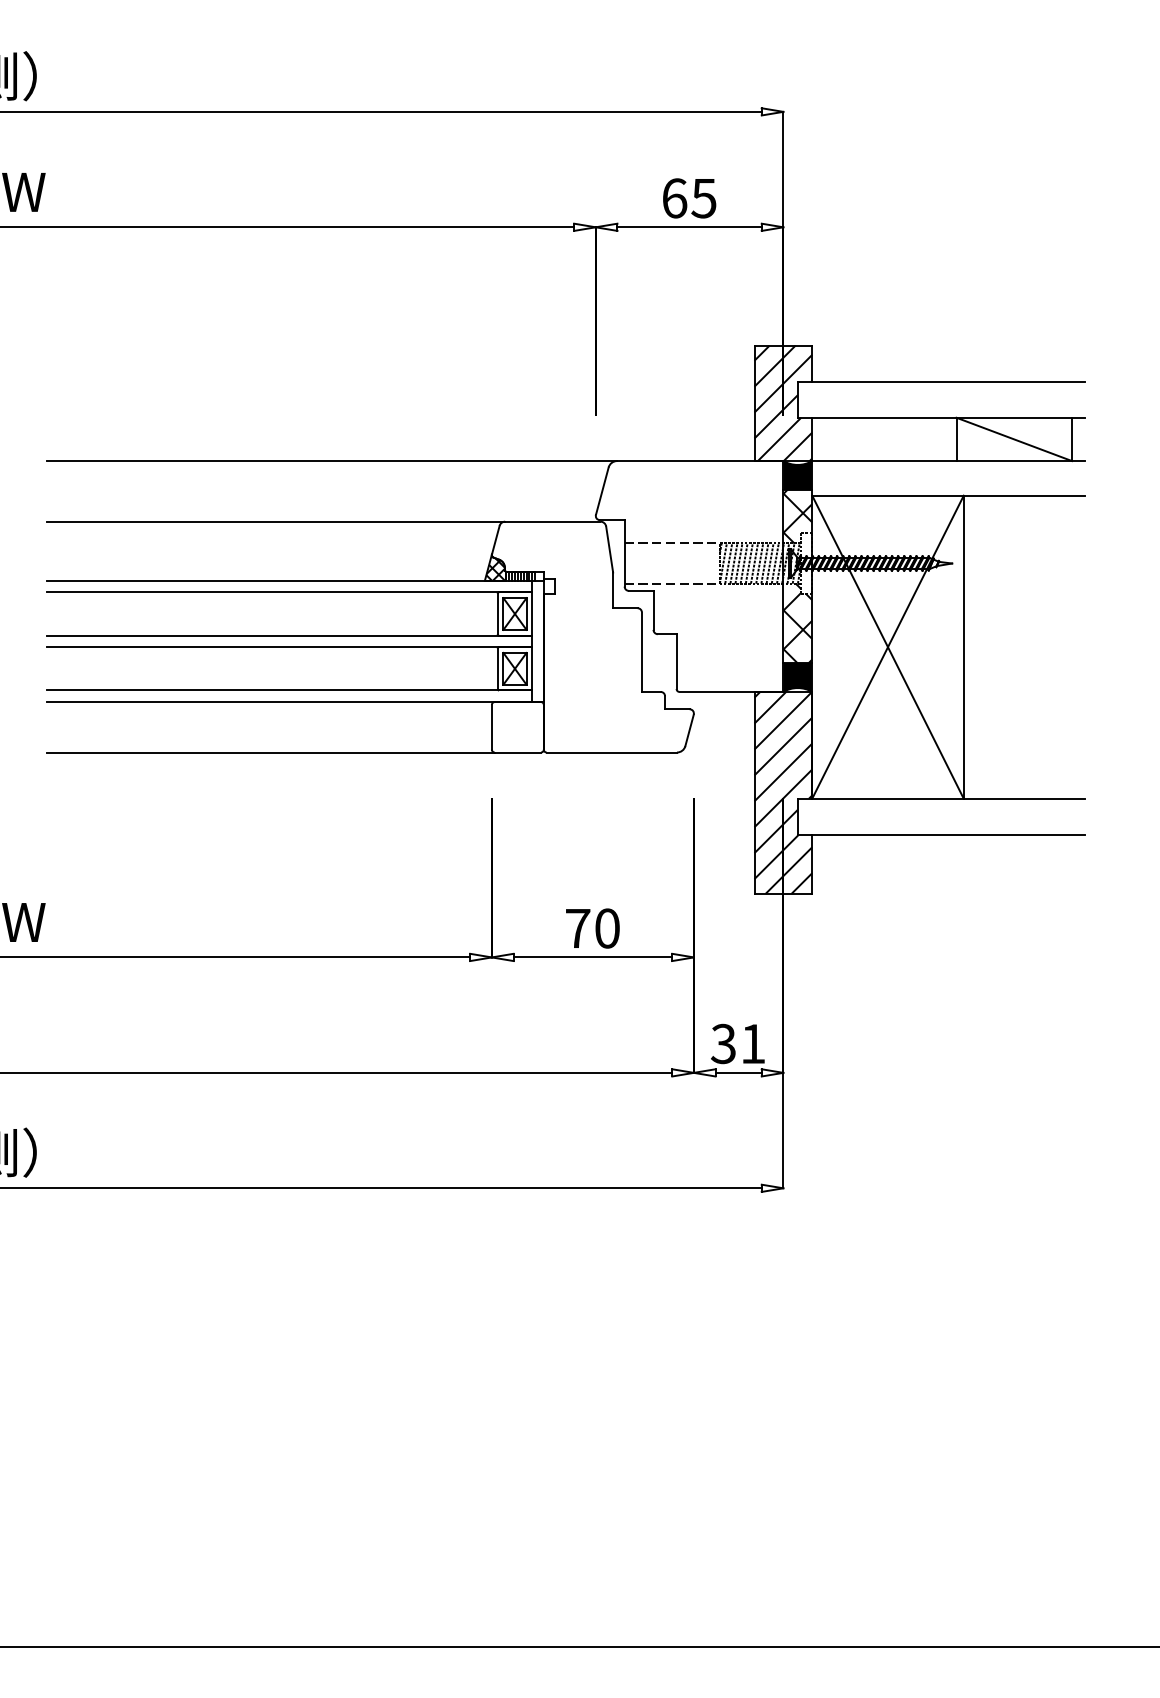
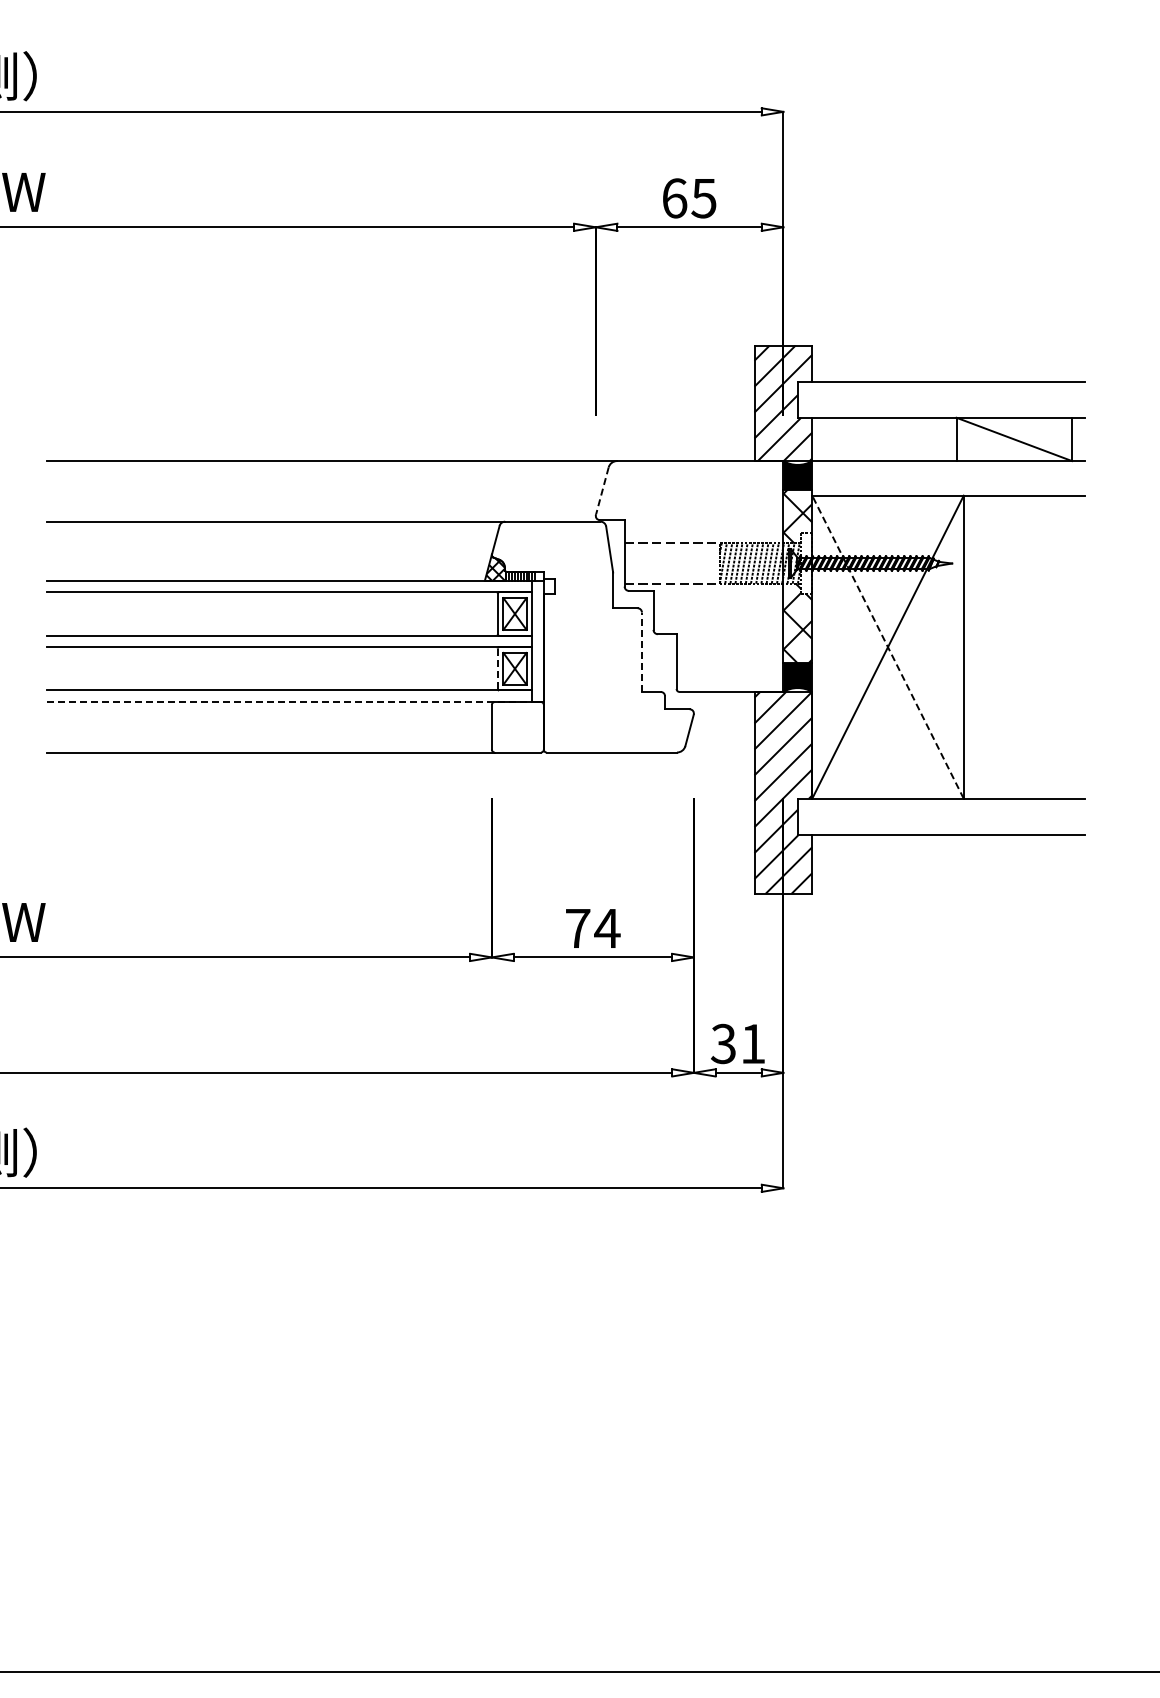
line at (602, 491): solid -> dashed
line at (887, 646): solid -> dashed
line at (641, 652): solid -> dashed
line at (497, 669): solid -> dashed
line at (290, 702): solid -> dashed
text at (607, 928): 70 -> 74
line at (579, 1647) position: (579, 1647) -> (579, 1672)
